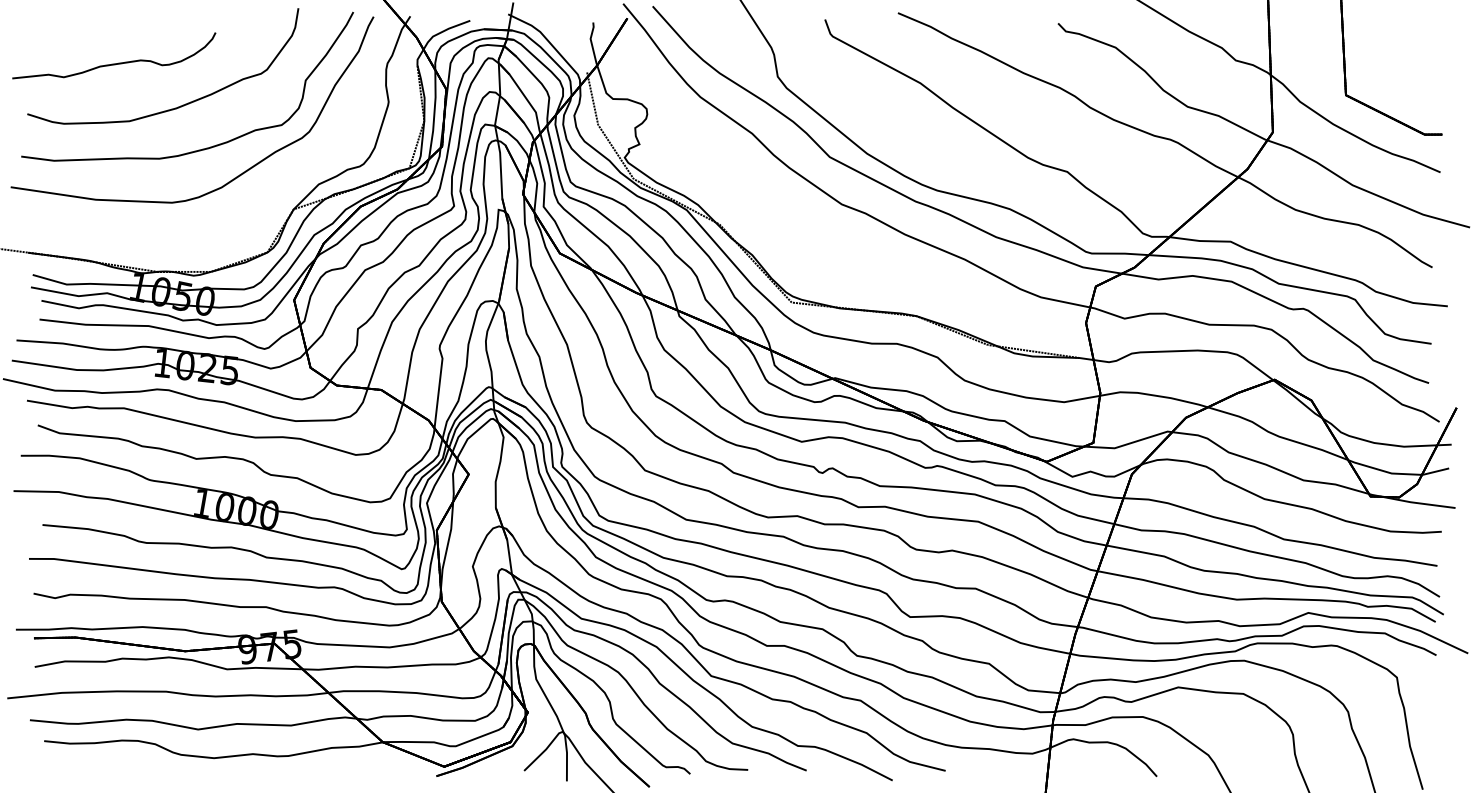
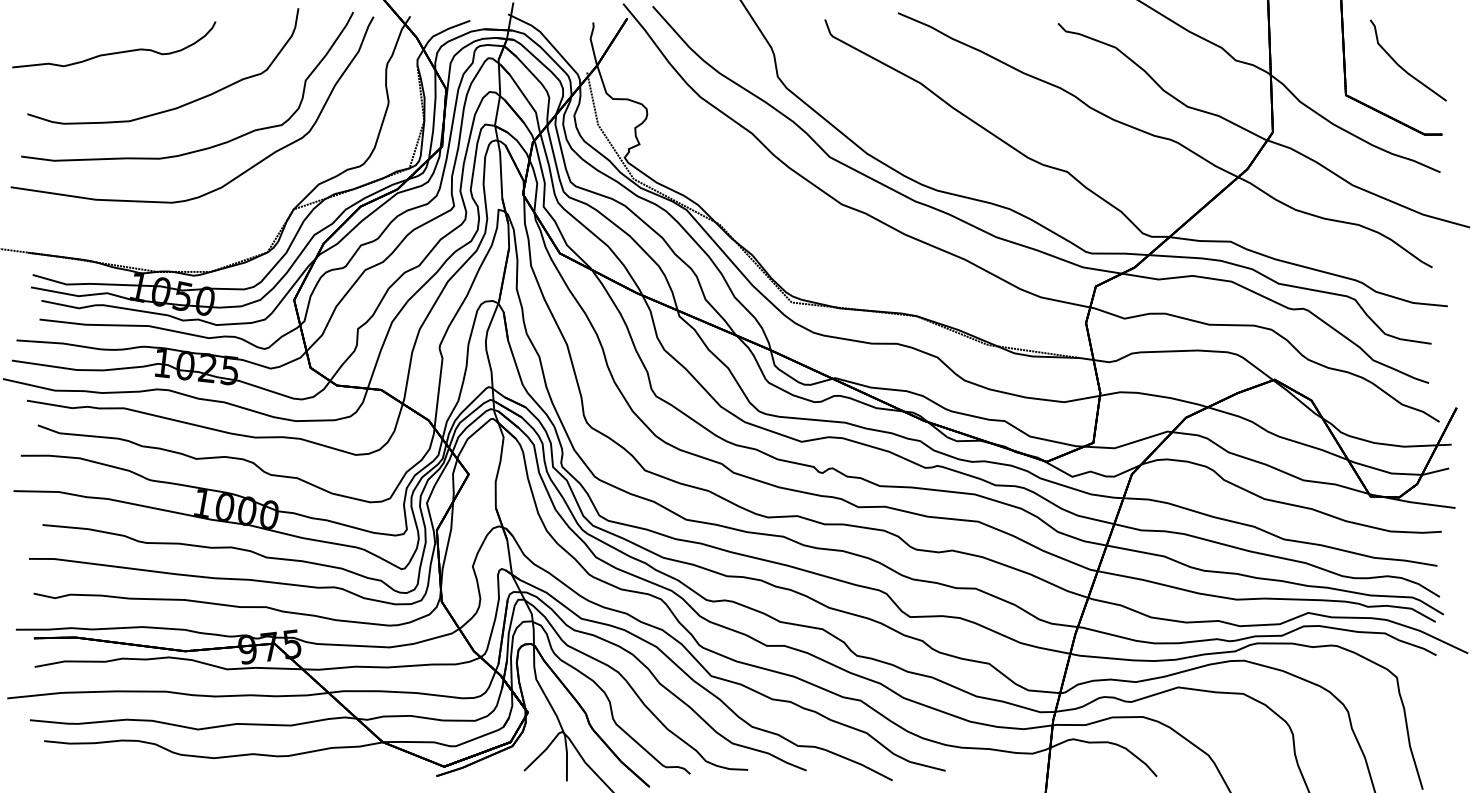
curve at (114, 63) position: (114, 63) -> (114, 52)
curve at (1401, 66): none -> present
